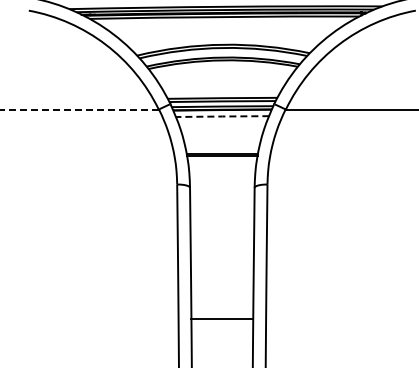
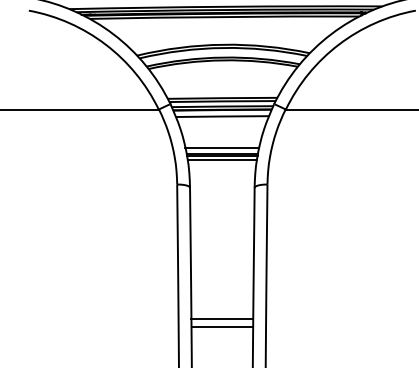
line at (79, 109): dashed -> solid
line at (222, 116): dashed -> solid
line at (222, 147): none -> present
line at (221, 159): none -> present
line at (222, 327): none -> present
